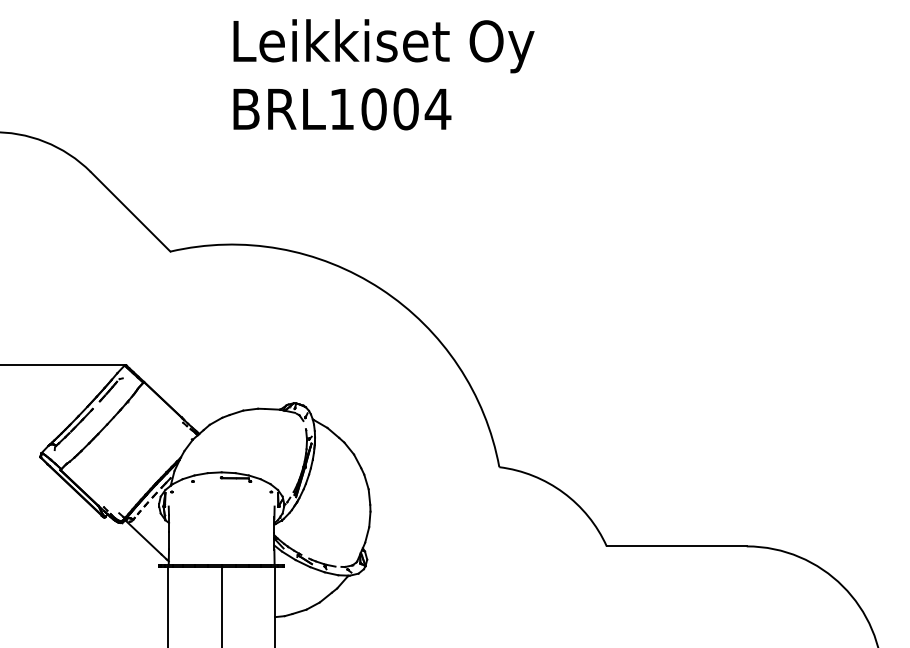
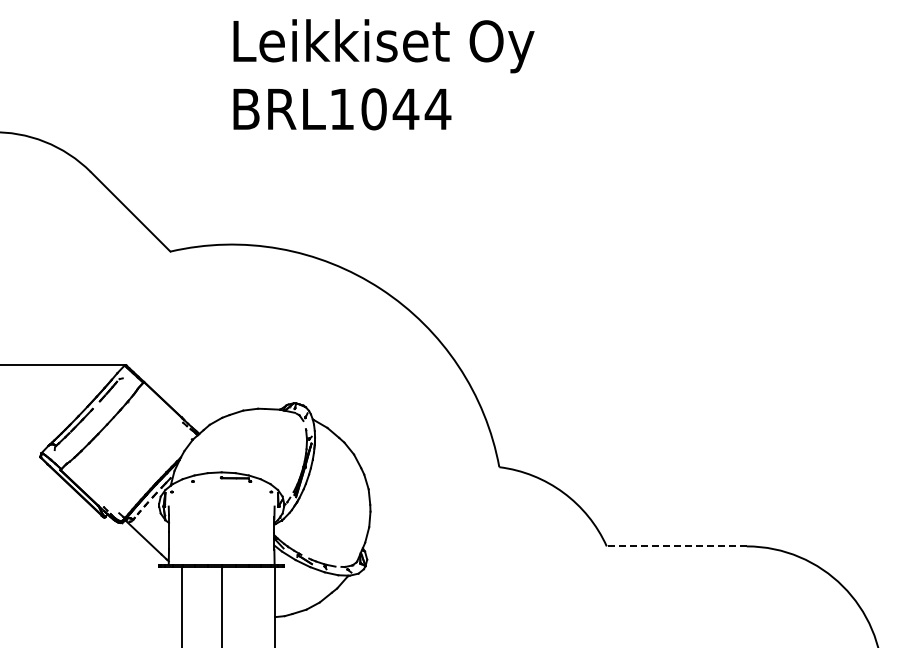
text at (405, 109): BRL1004 -> BRL1044
line at (676, 546): solid -> dashed
line at (168, 605) position: (168, 605) -> (182, 605)
